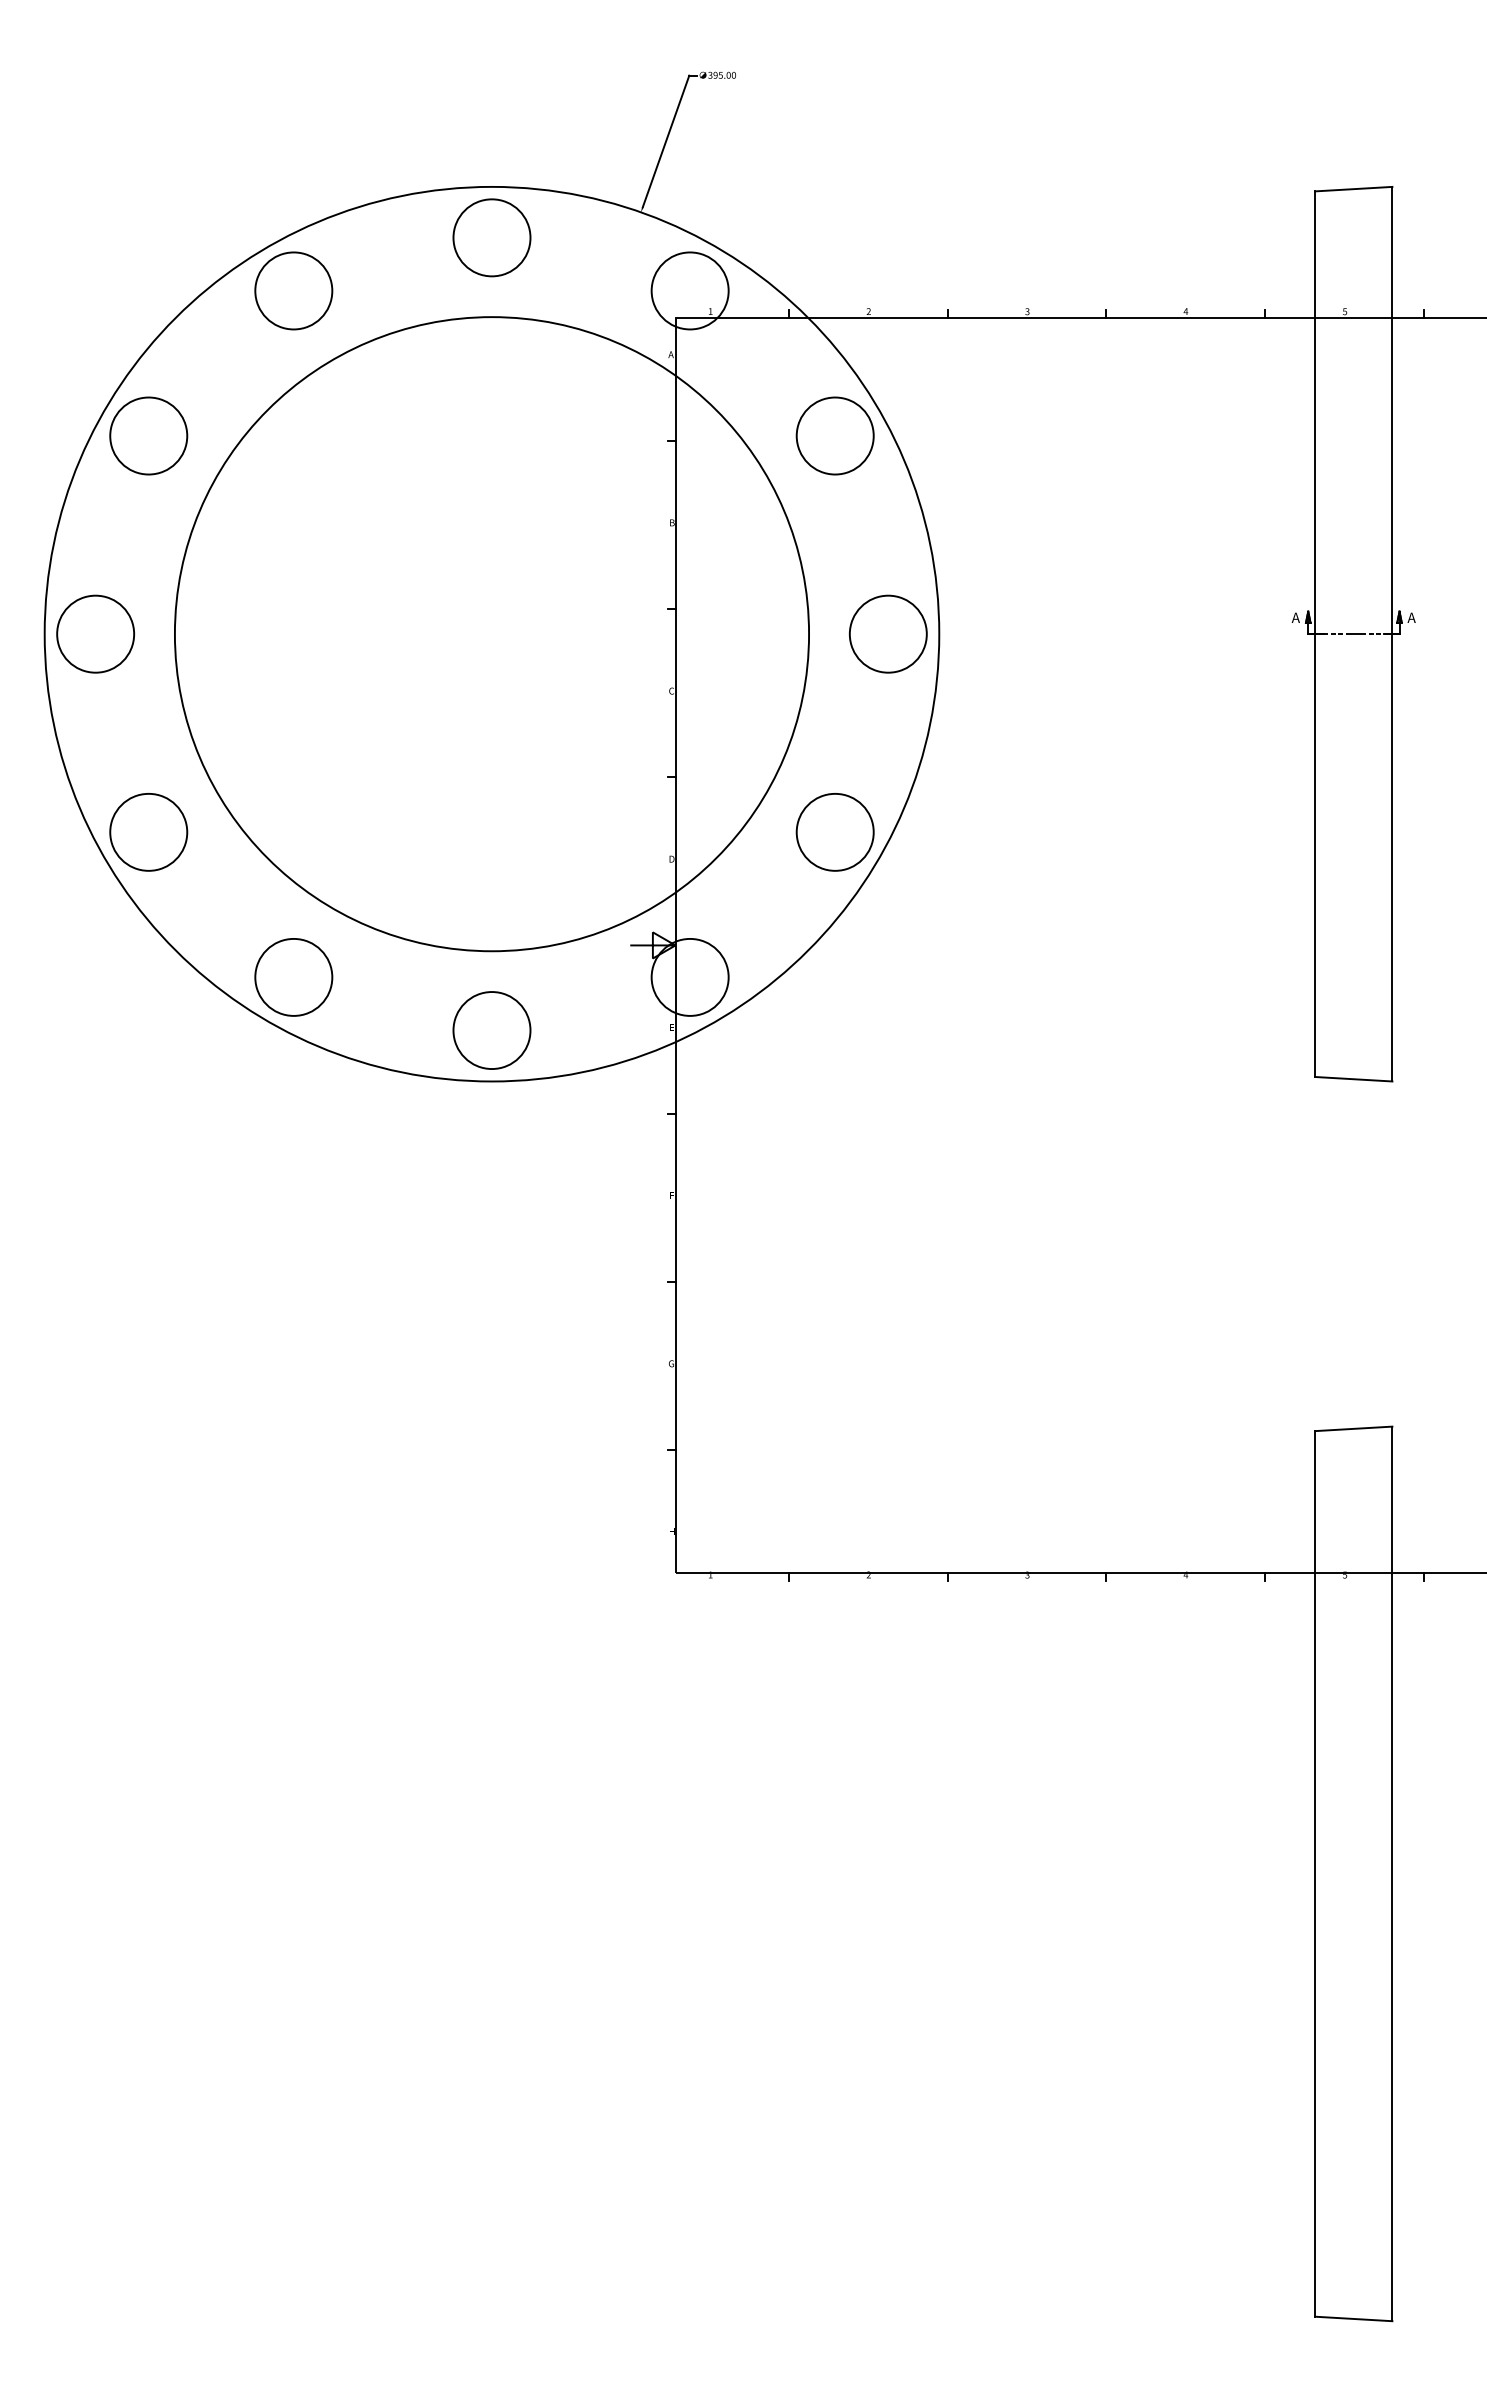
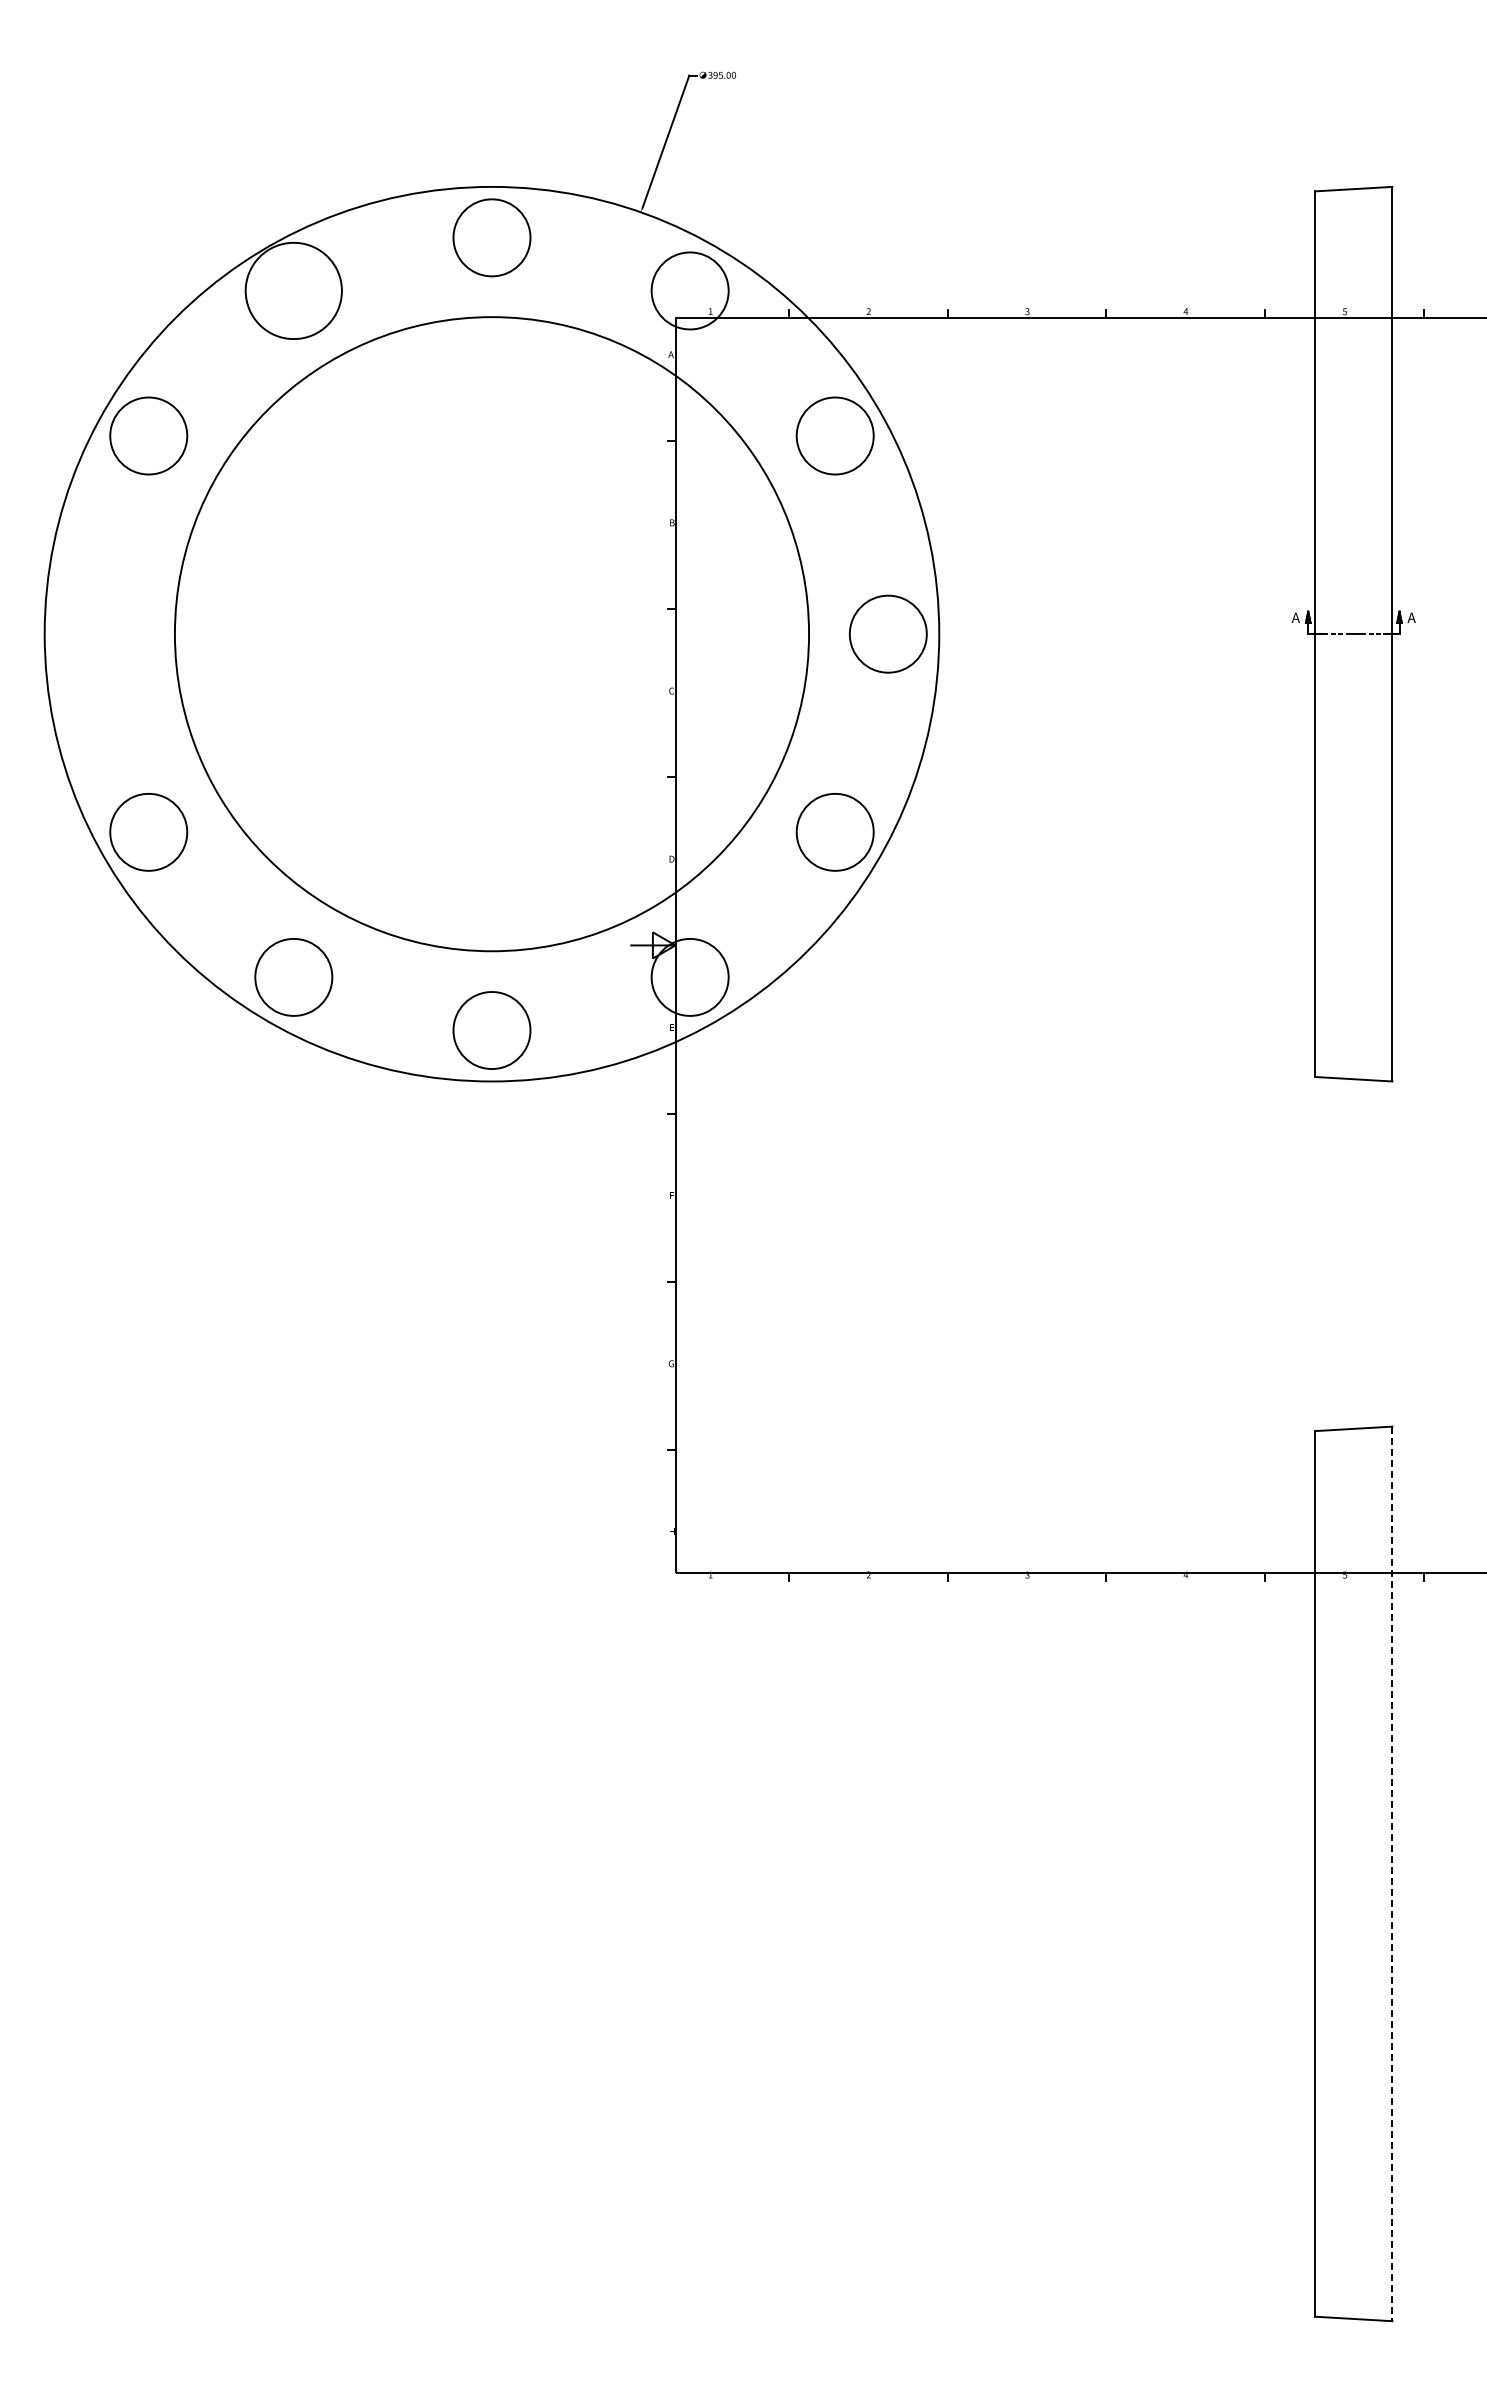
circle at (293, 290) diameter: 77 px -> 96 px
circle at (95, 633): present -> none
line at (1392, 1874): solid -> dashed
